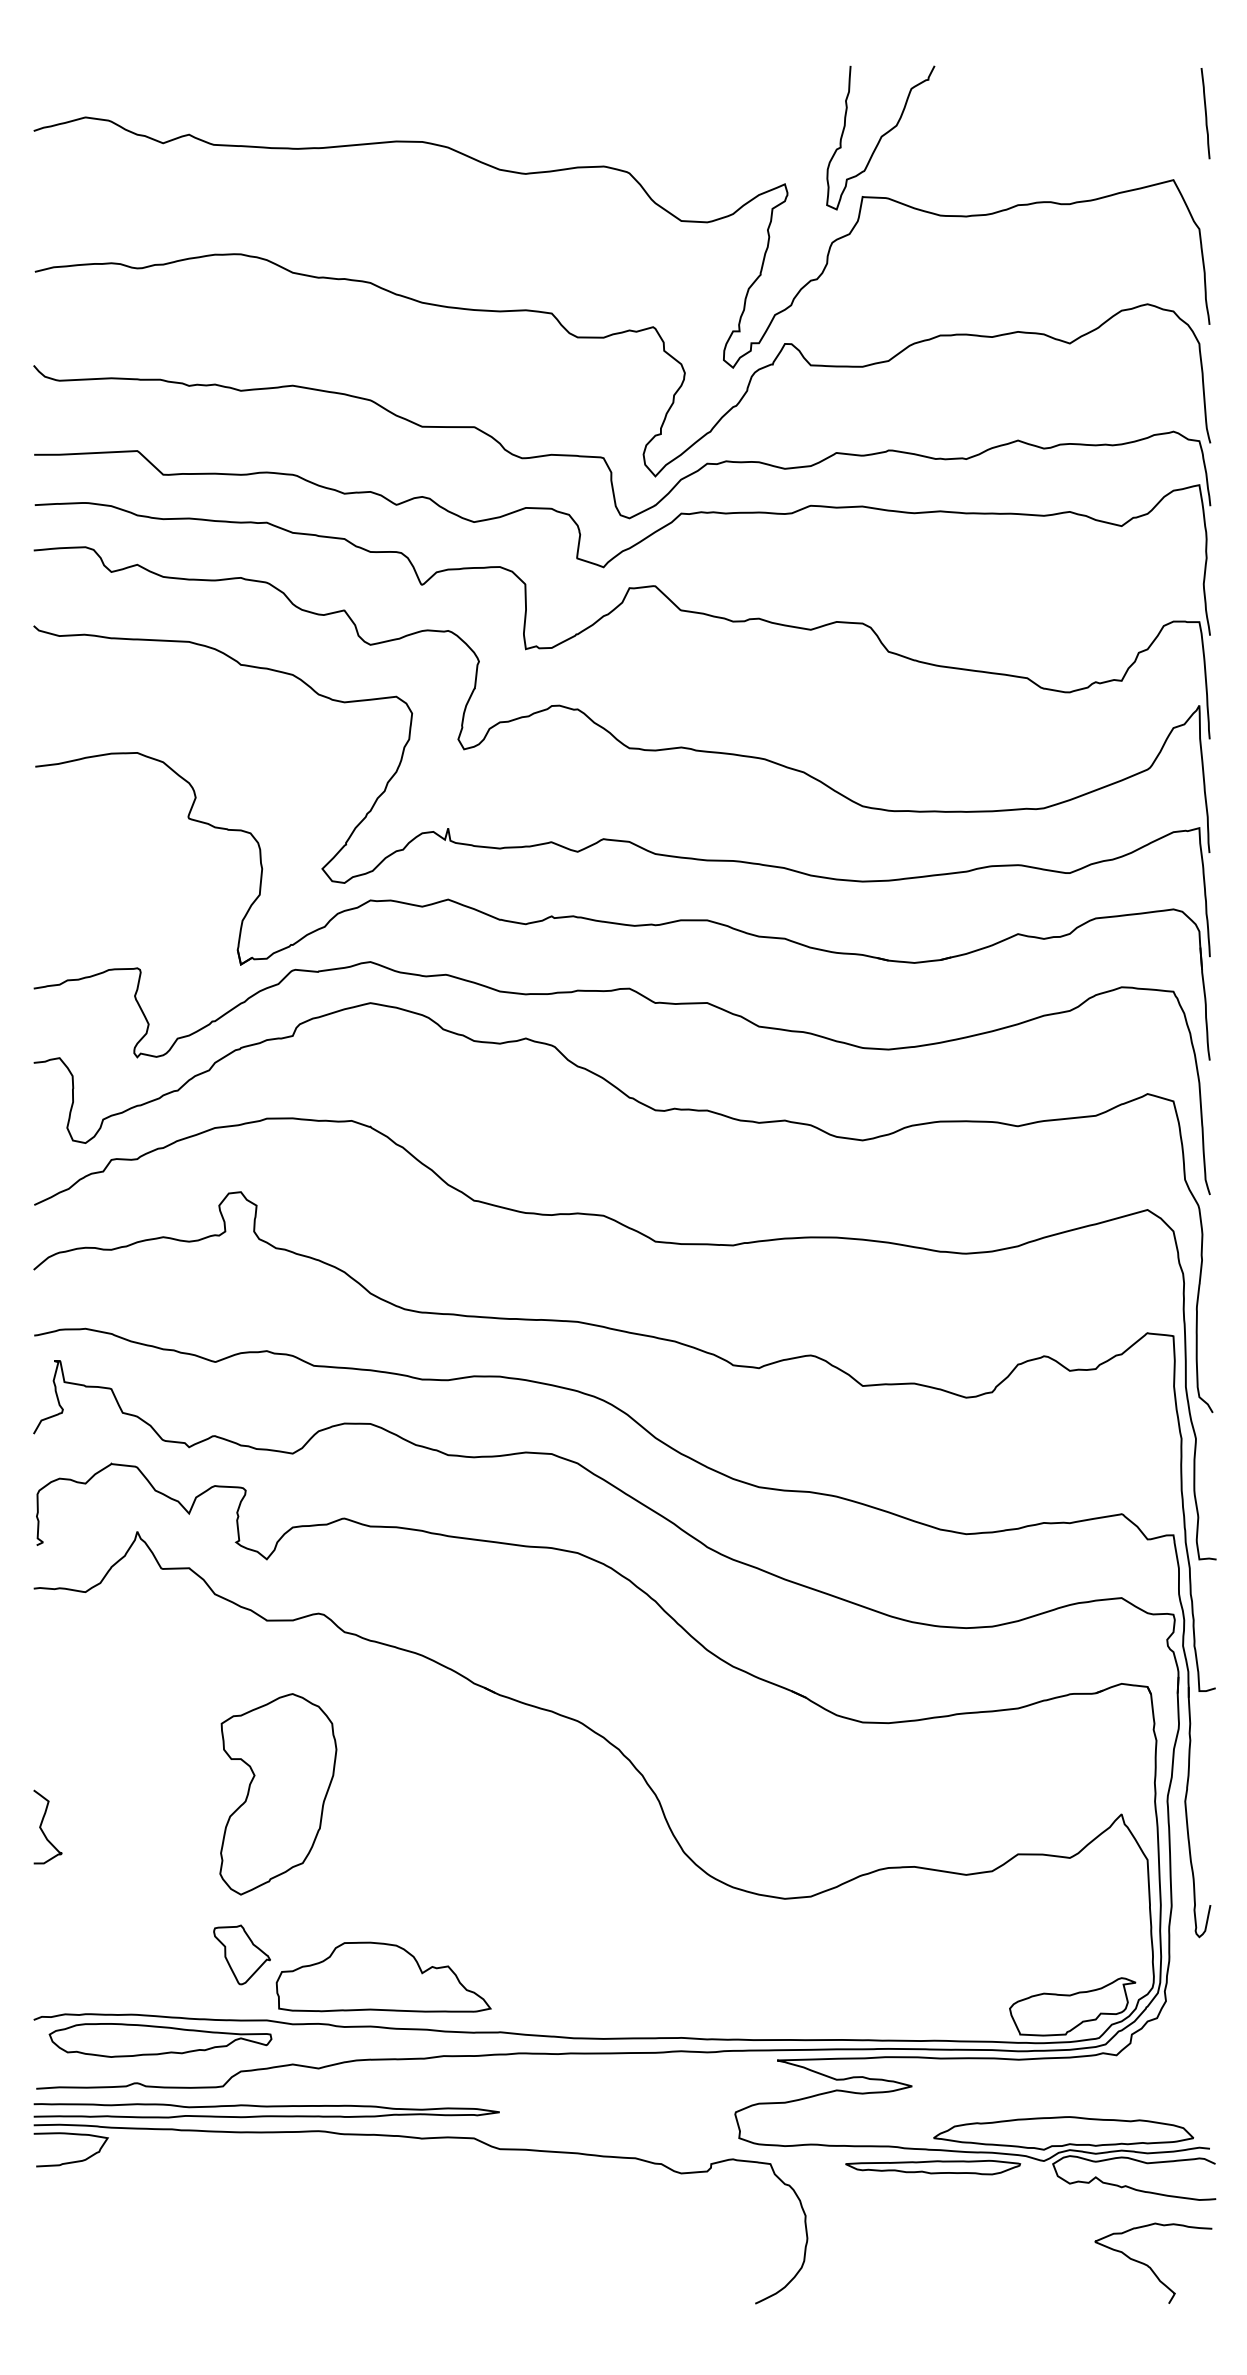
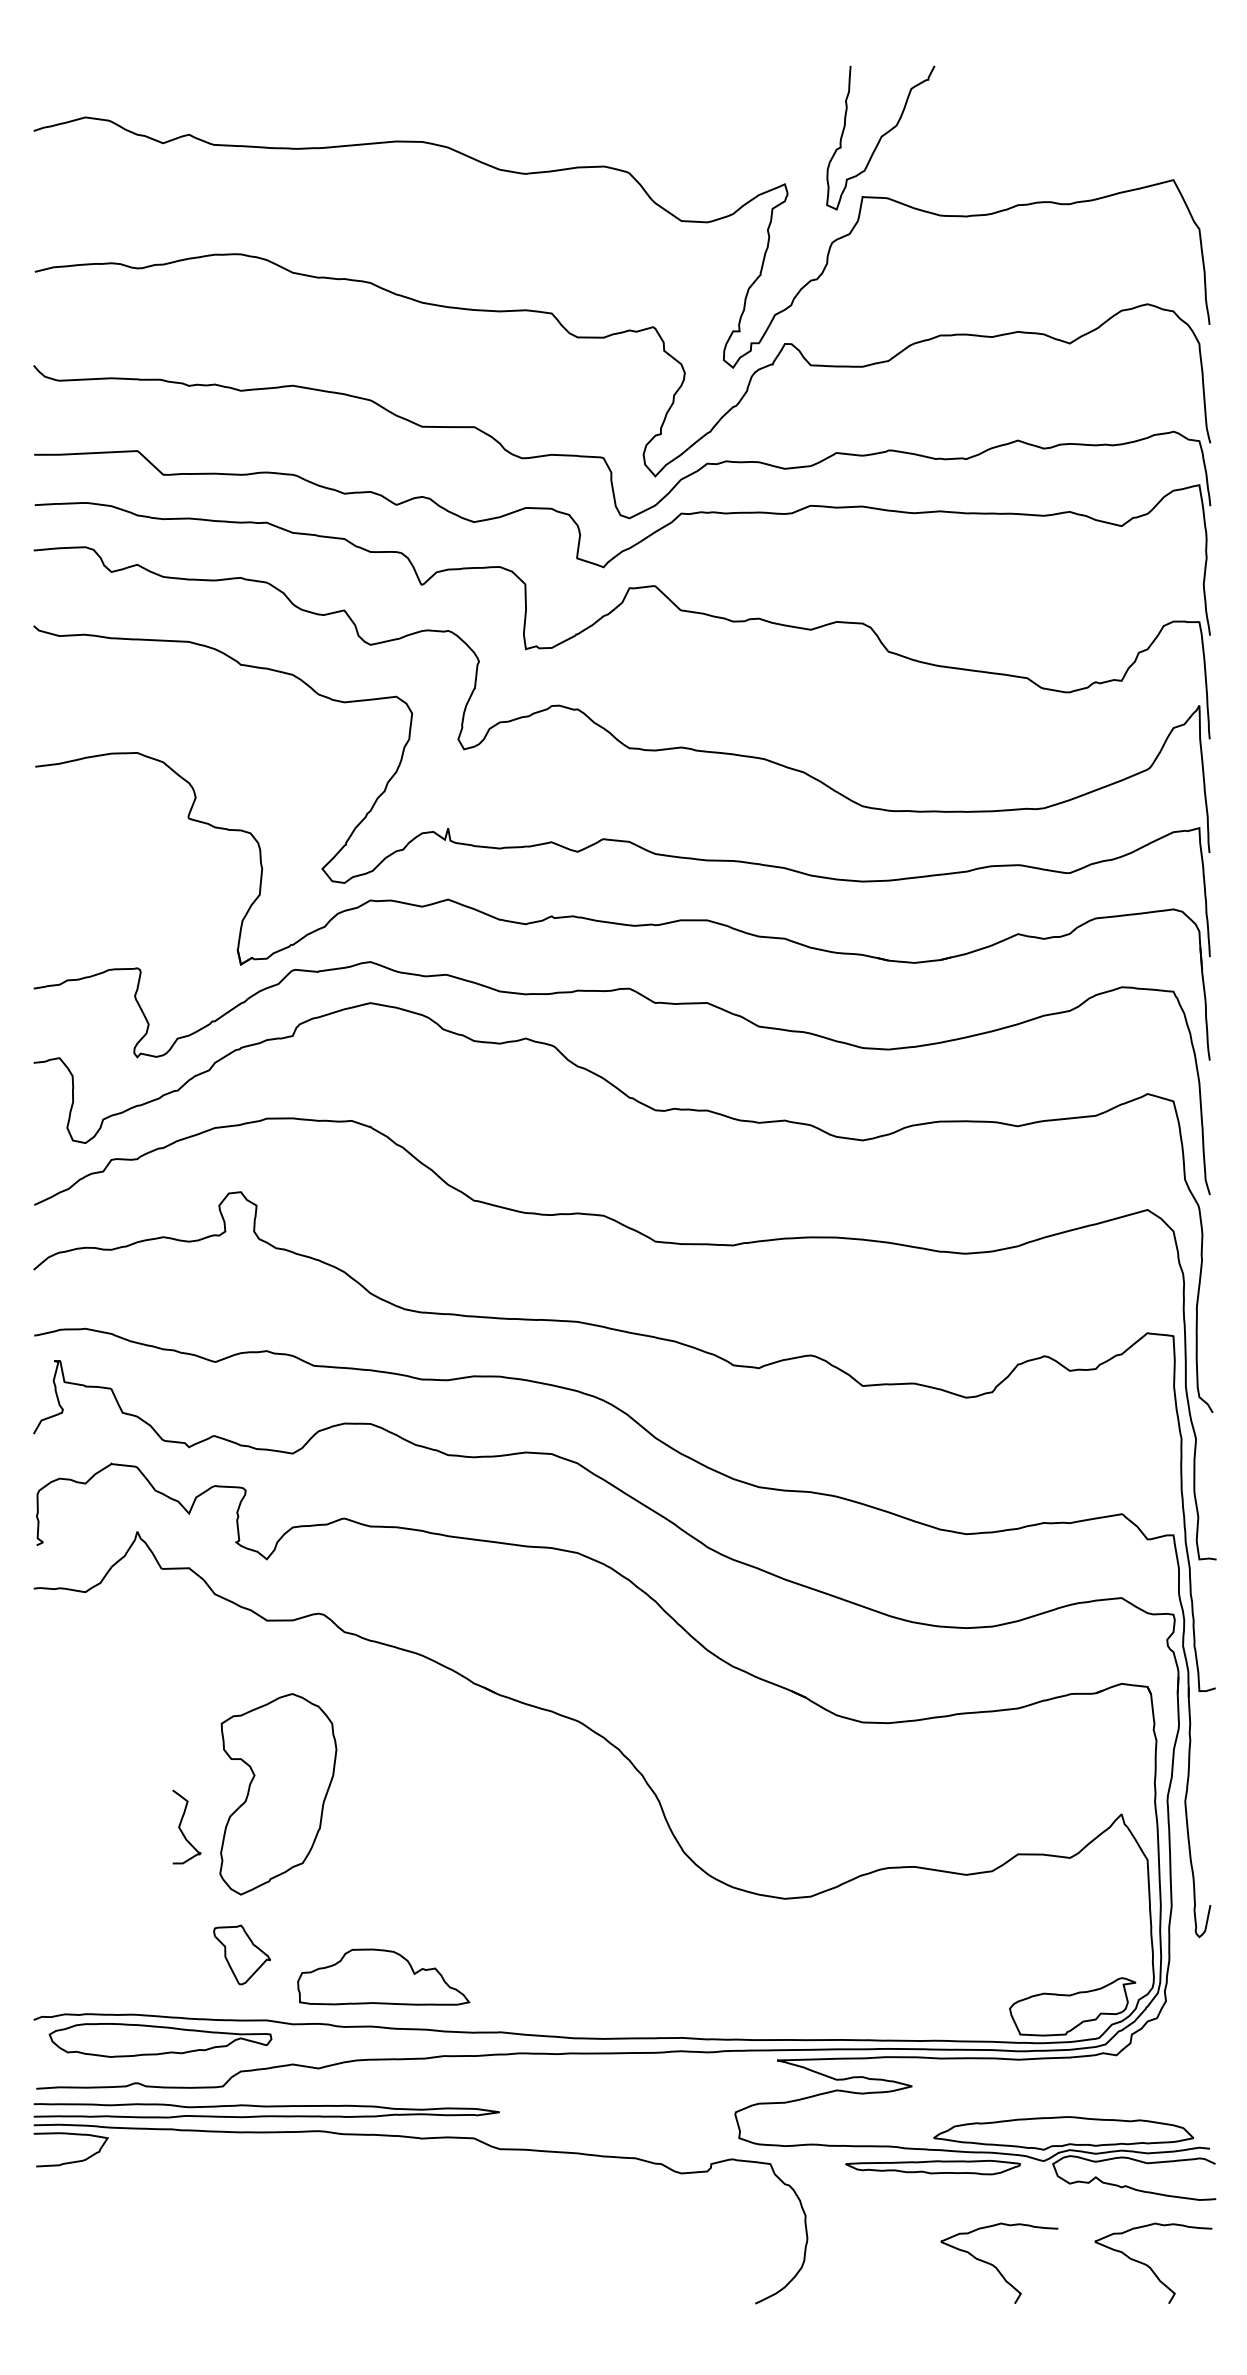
line at (1205, 113): present -> none
curve at (42, 1823) position: (42, 1823) -> (181, 1823)
part at (383, 1976) size: 217x72 px -> 174x58 px
curve at (996, 2266): none -> present
